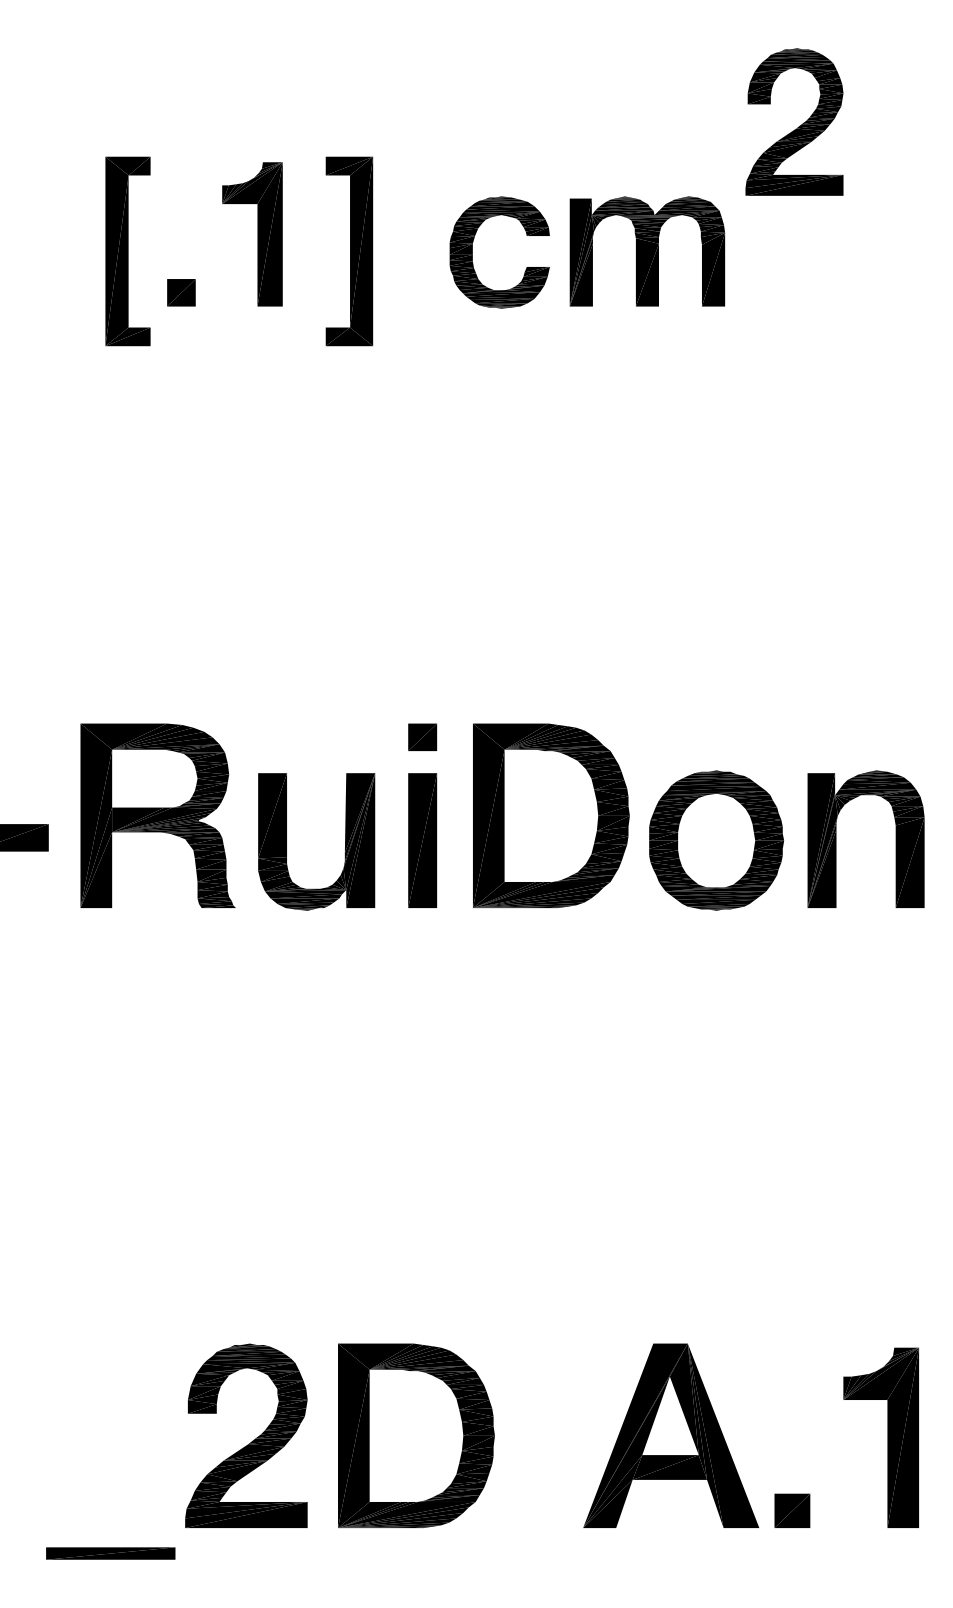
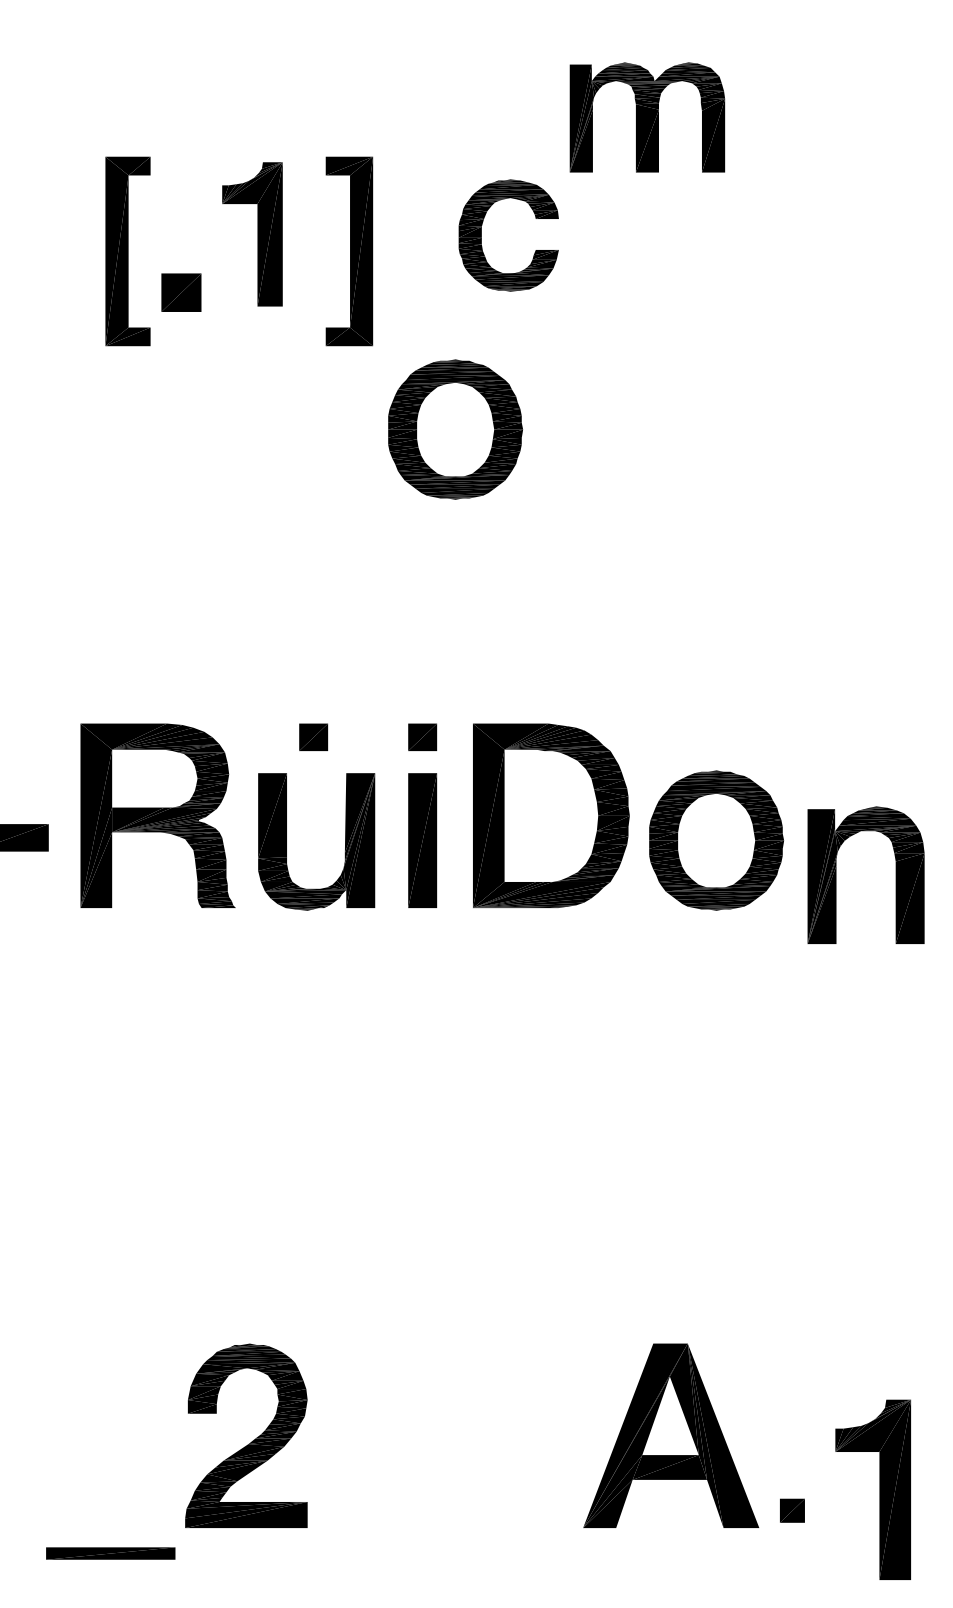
part at (798, 126): present -> none
part at (647, 251) position: (647, 251) -> (647, 117)
part at (472, 252) position: (472, 252) -> (481, 235)
part at (181, 292) size: 29x28 px -> 41x39 px
part at (455, 429): none -> present
part at (313, 736): none -> present
part at (836, 838) position: (836, 838) -> (836, 874)
part at (416, 1435): present -> none
part at (887, 1437) position: (887, 1437) -> (879, 1489)
part at (792, 1510) size: 37x35 px -> 25x25 px
